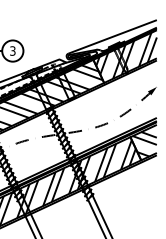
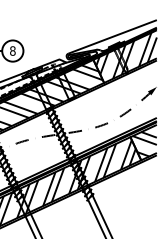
text at (12, 50): 3 -> 8
